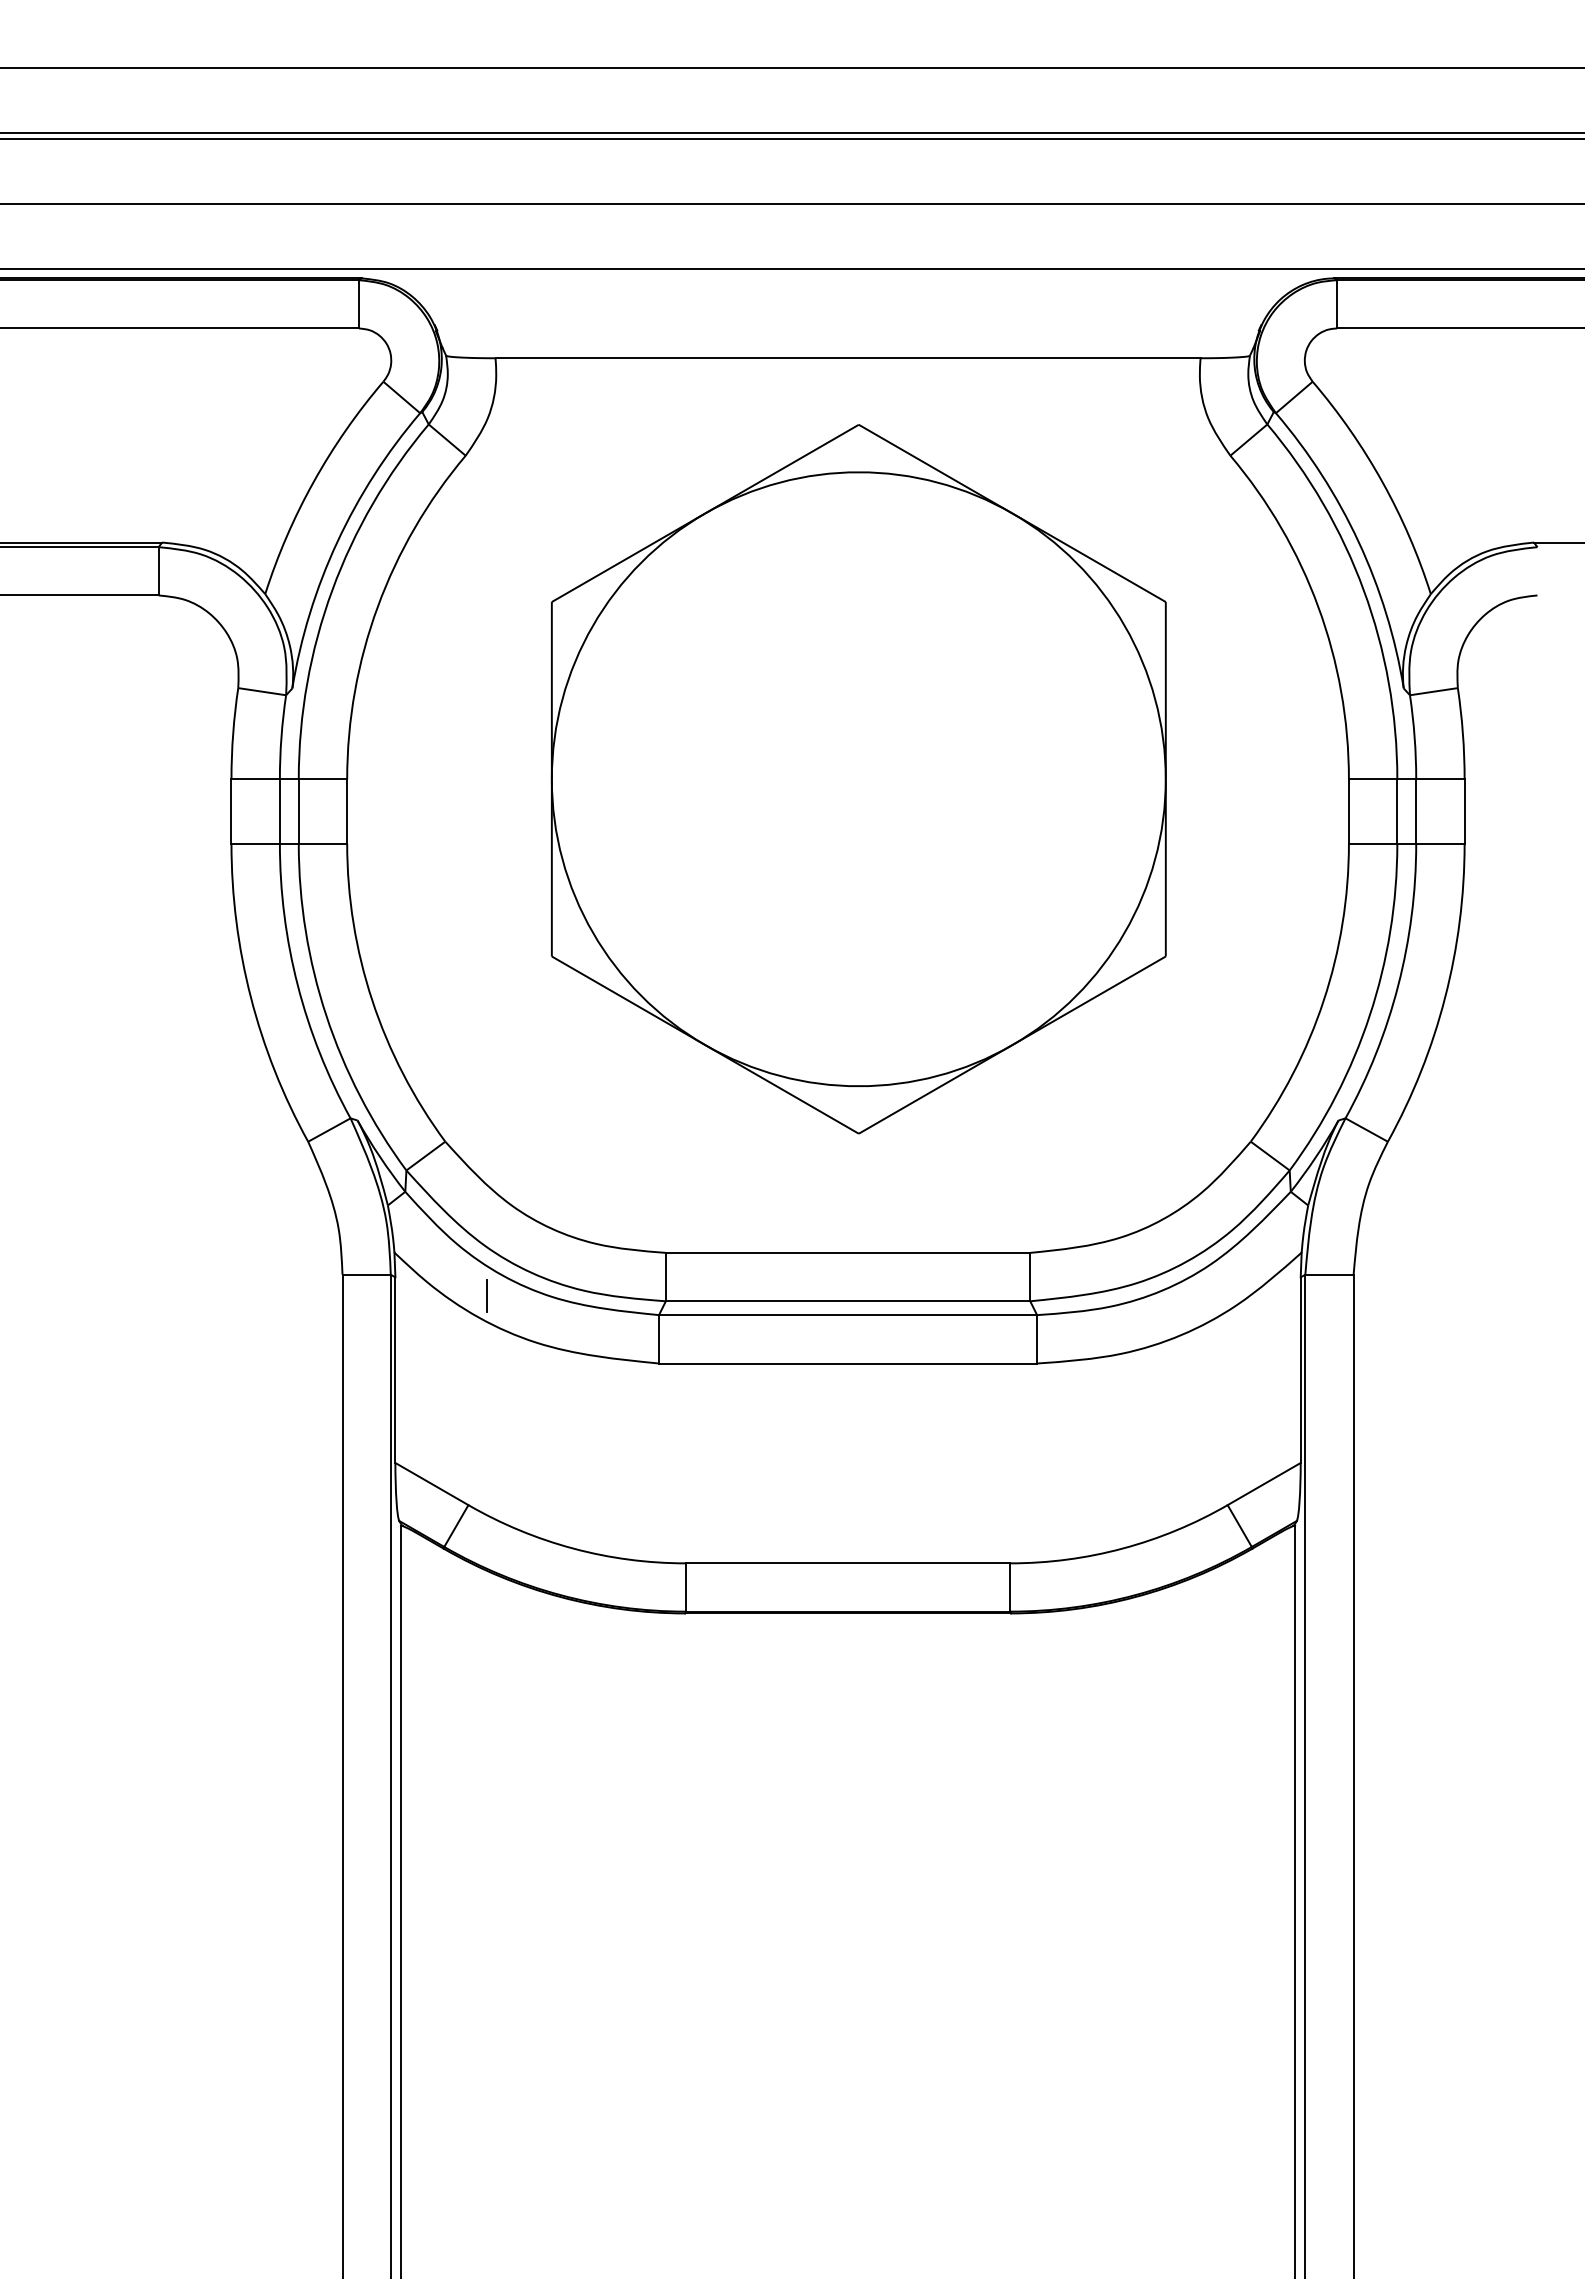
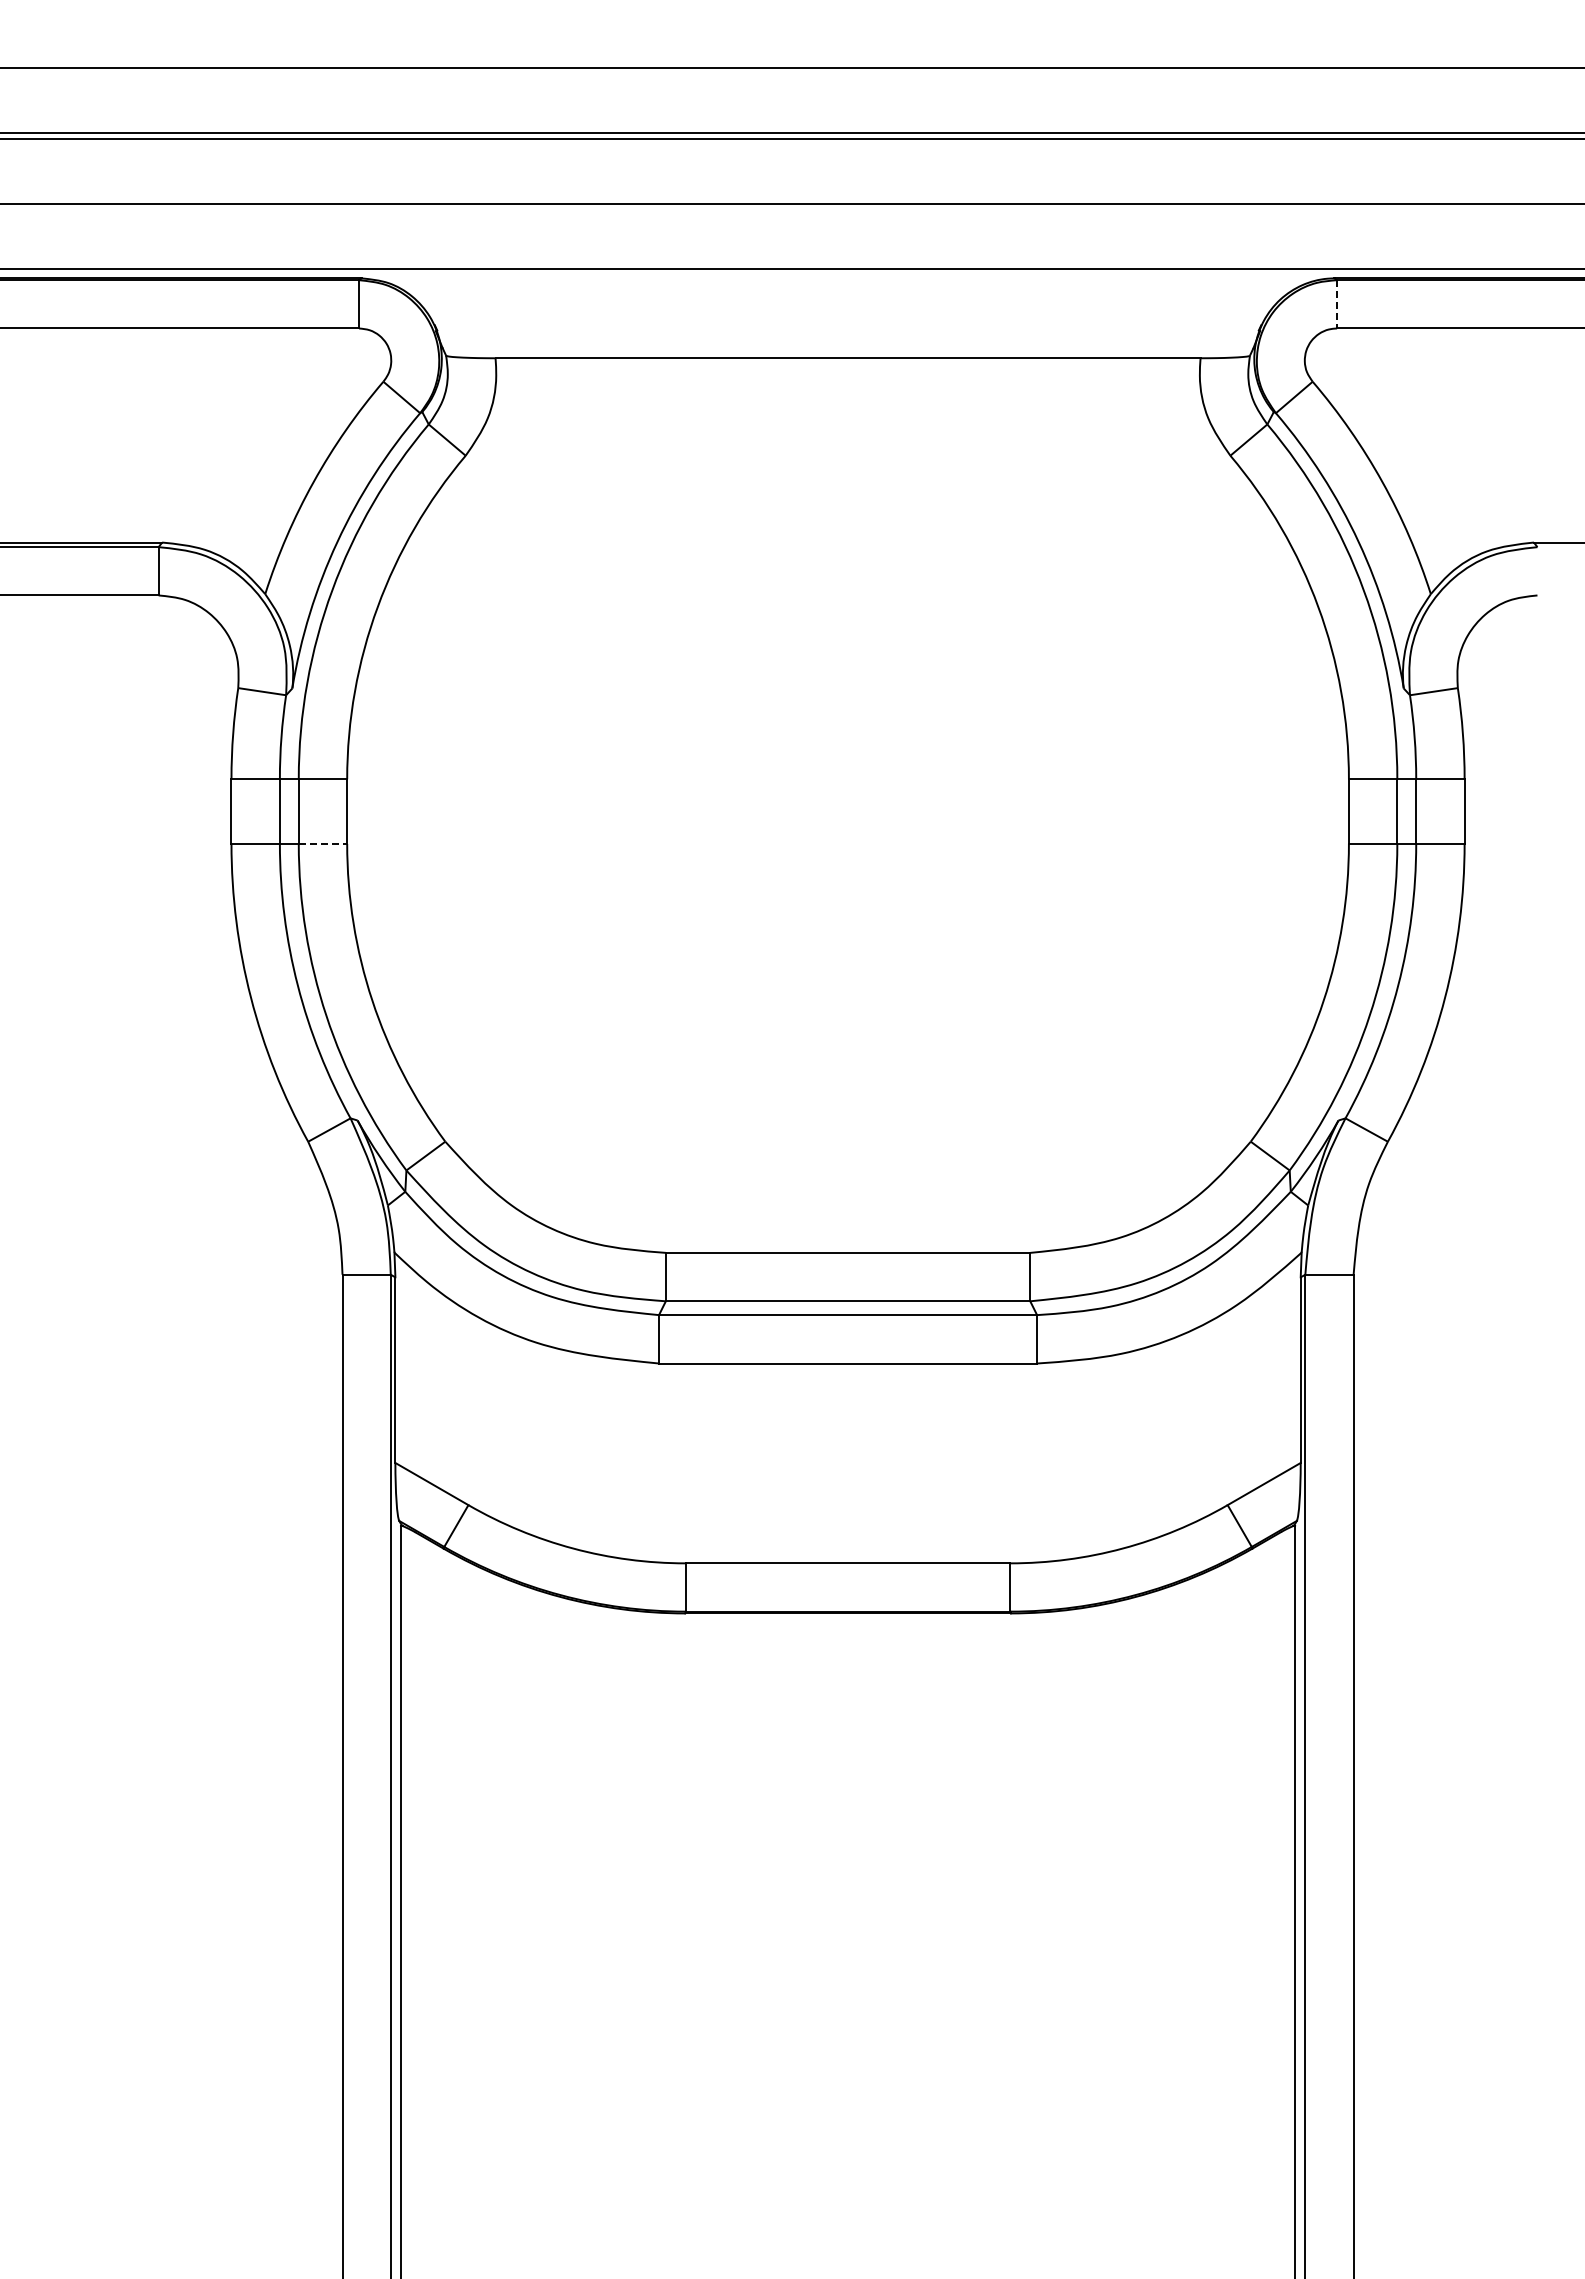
line at (1337, 304): solid -> dashed
part at (858, 779): present -> none
line at (323, 843): solid -> dashed
line at (487, 1296): present -> none
